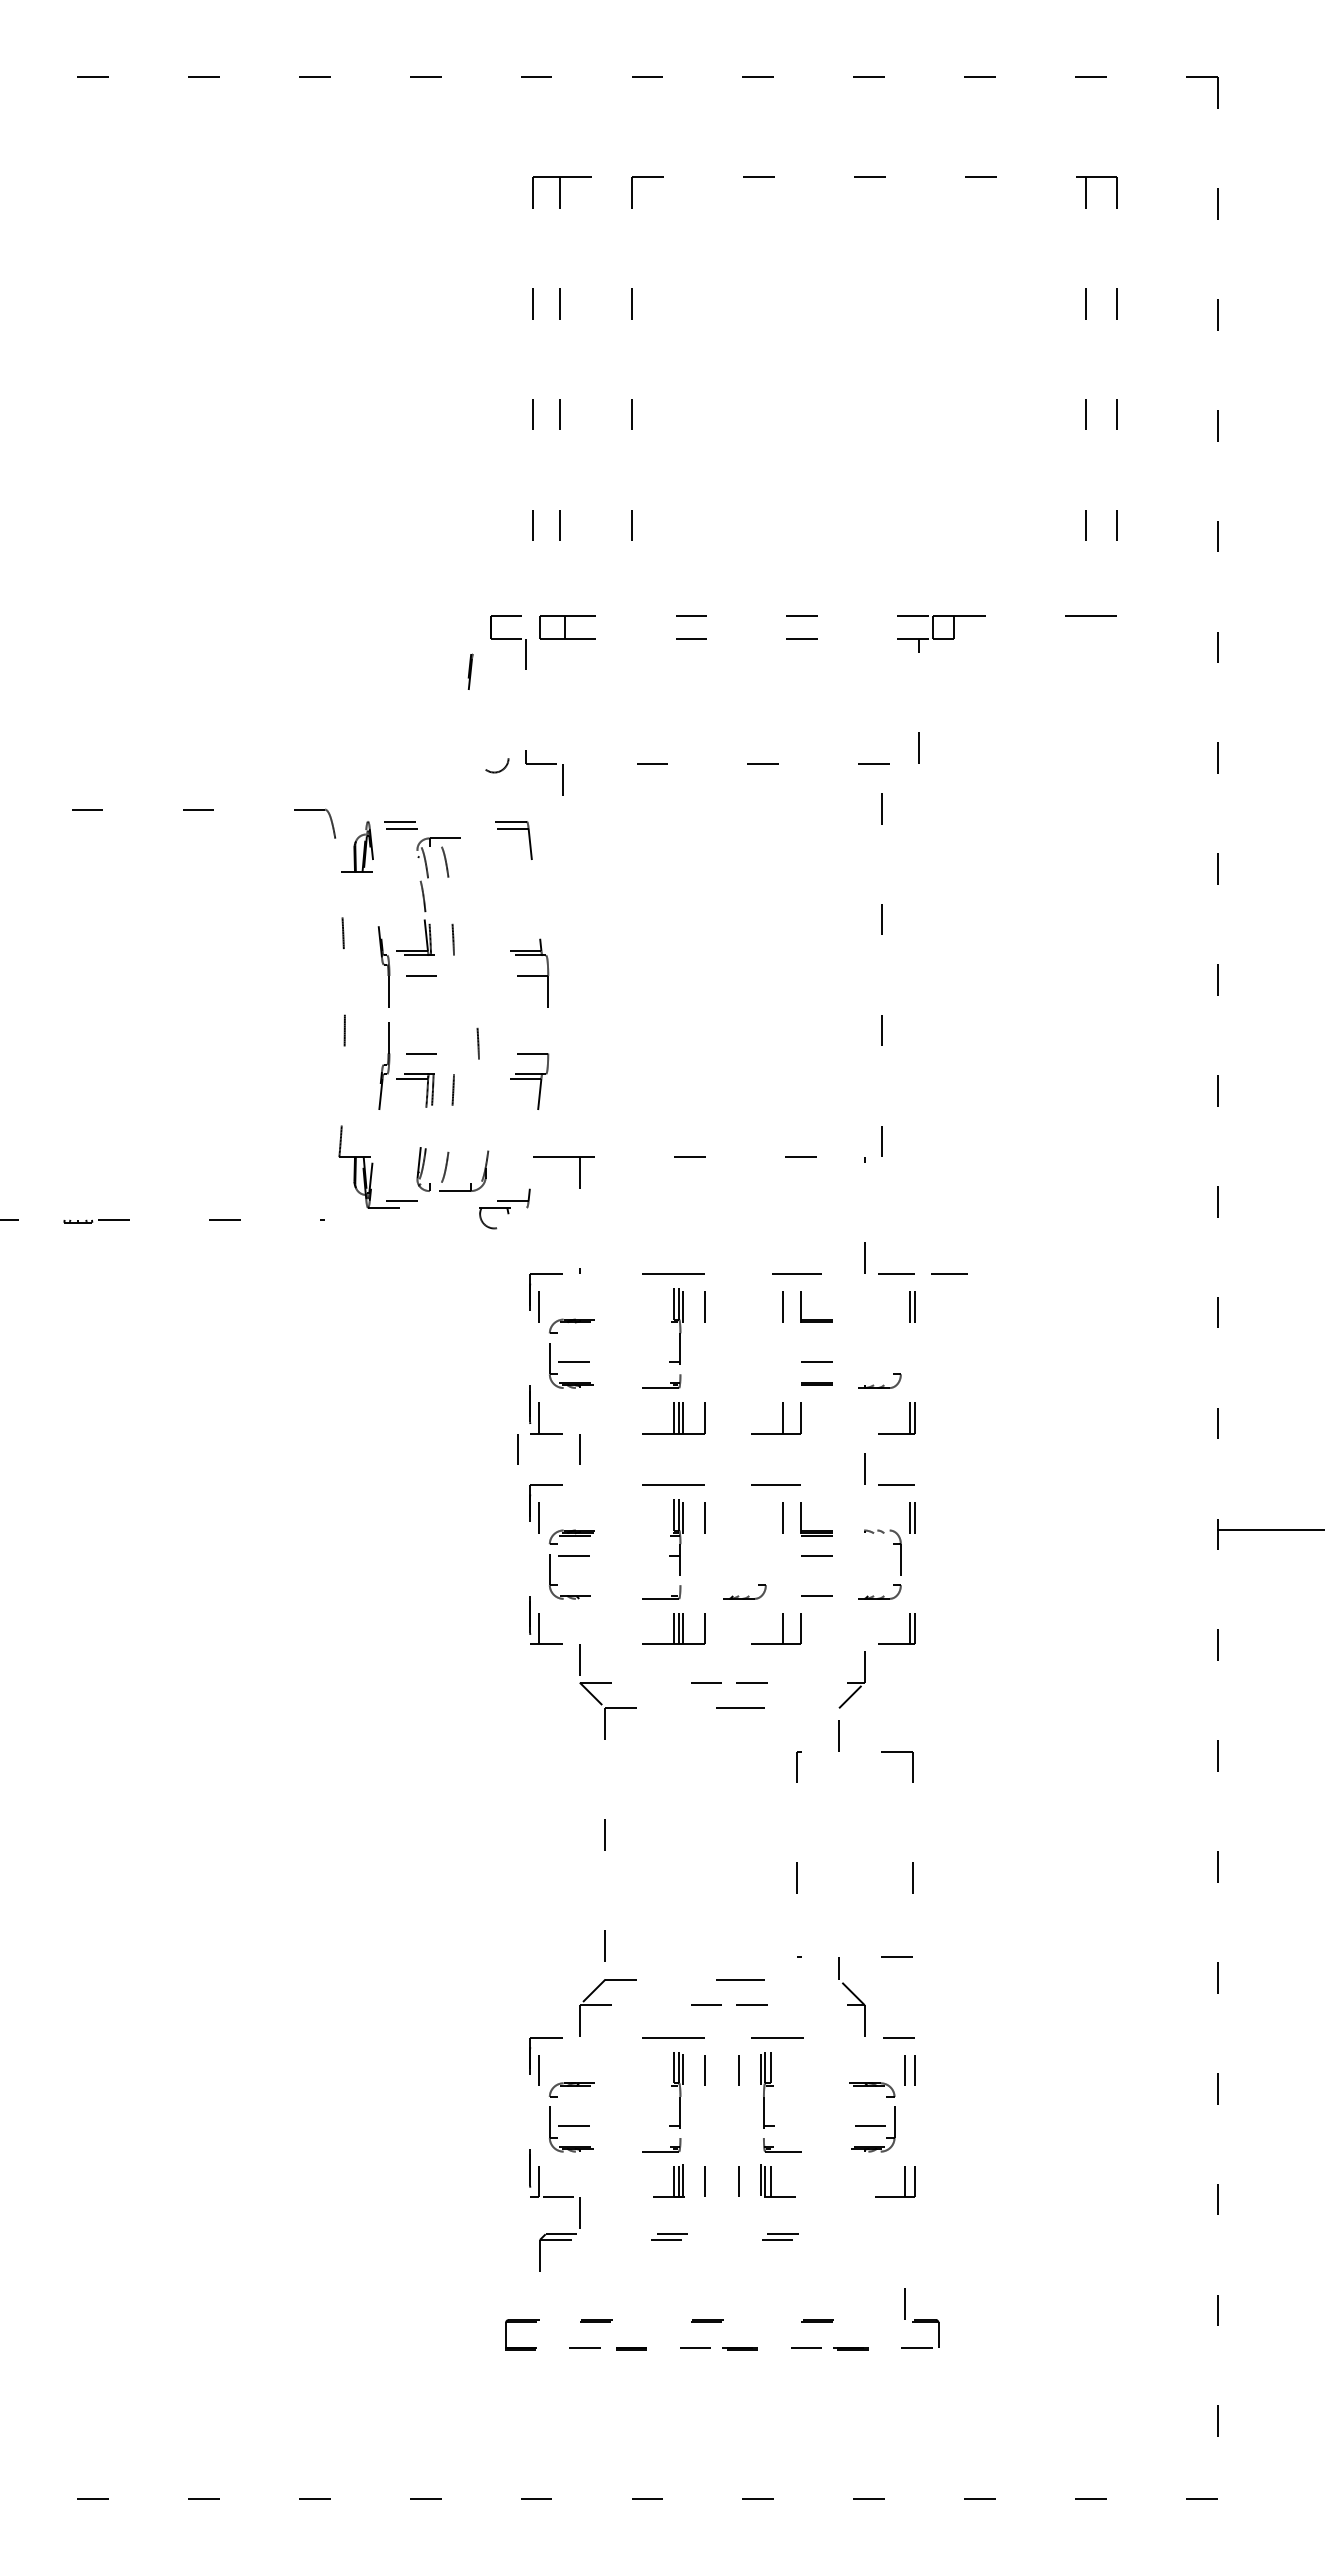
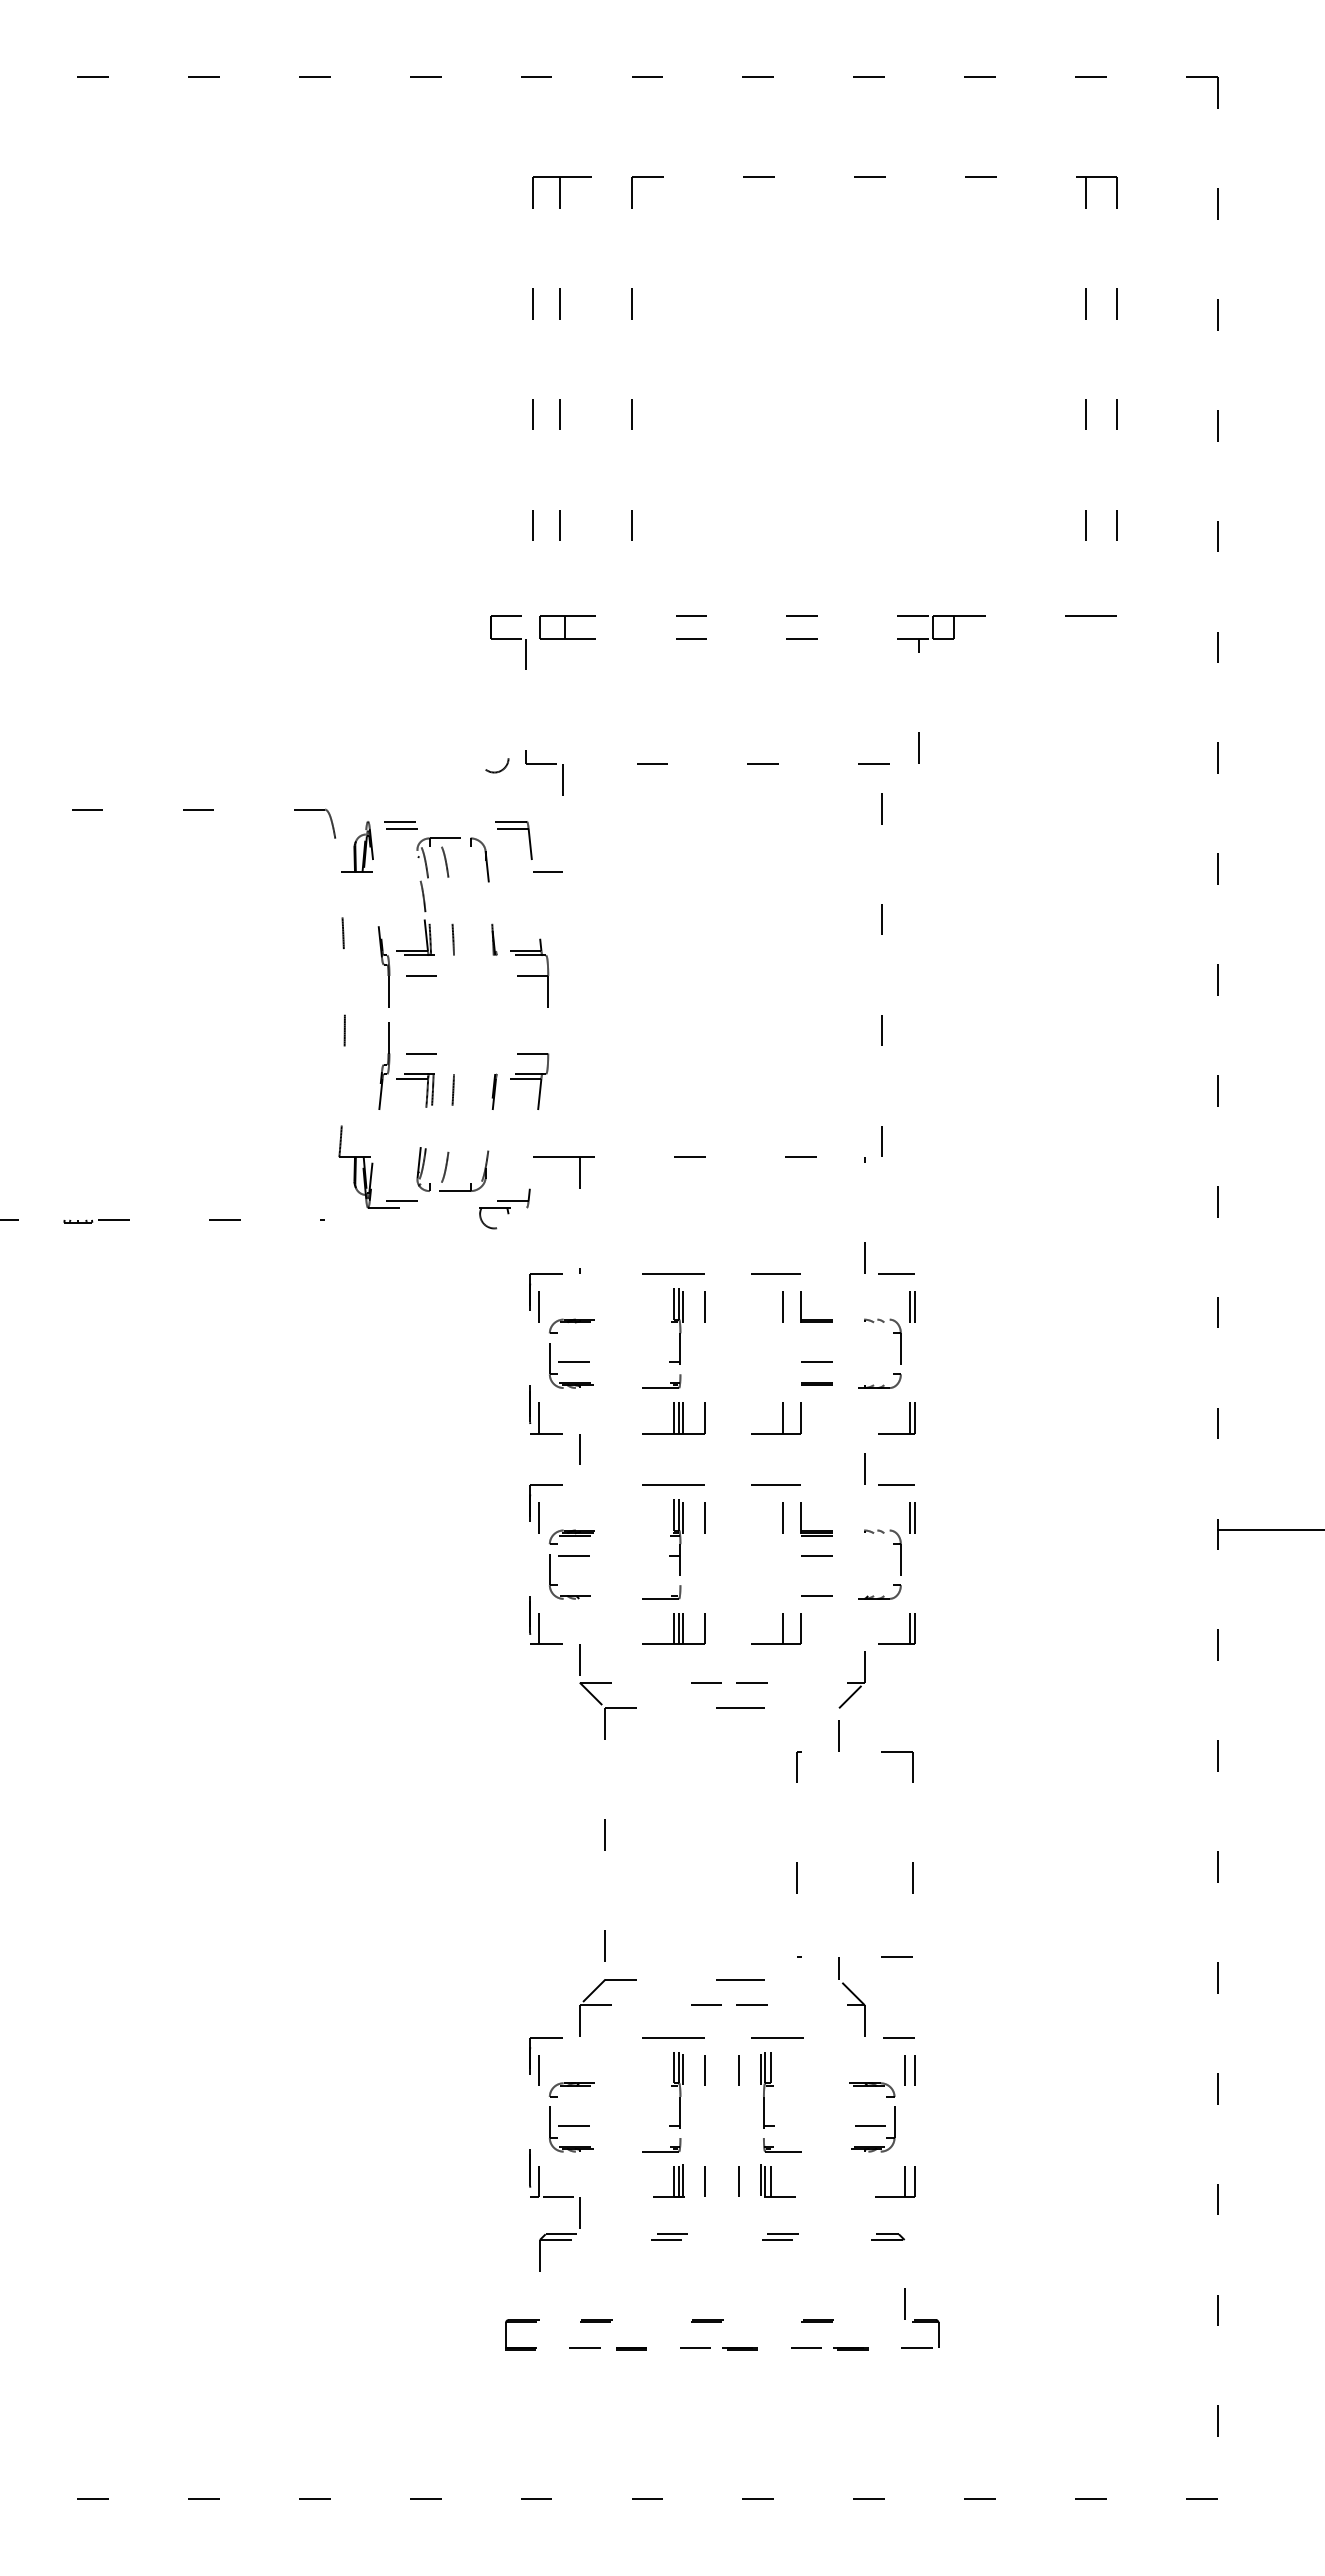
line at (470, 671) position: (470, 671) -> (494, 1091)
part at (479, 859): none -> present
line at (548, 872): none -> present
part at (494, 939): none -> present
line at (477, 1043): present -> none
line at (796, 1273) position: (796, 1273) -> (775, 1273)
line at (949, 1273): present -> none
part at (893, 1333): none -> present
line at (517, 1449): present -> none
part at (744, 1591): present -> none
part at (888, 2236): none -> present
